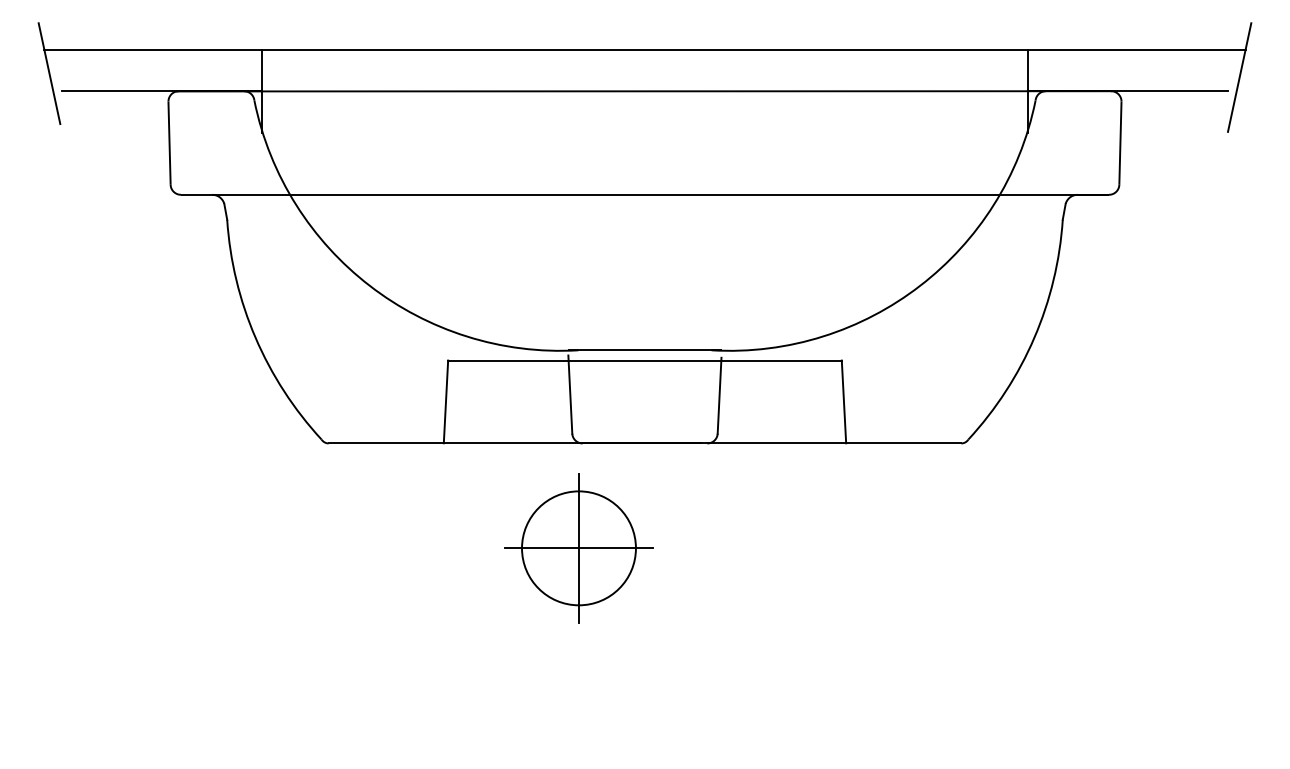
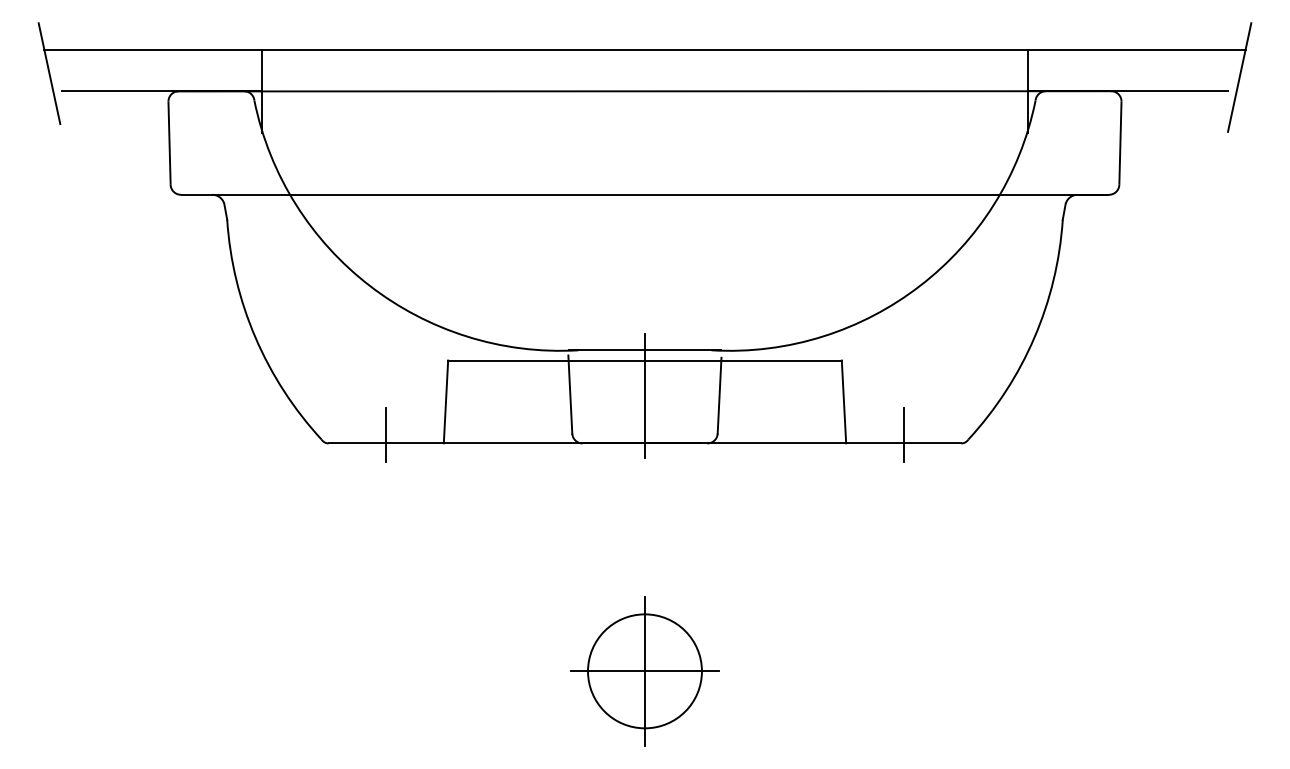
line at (644, 395): none -> present
line at (386, 435): none -> present
line at (903, 435): none -> present
part at (578, 548) position: (578, 548) -> (644, 671)
